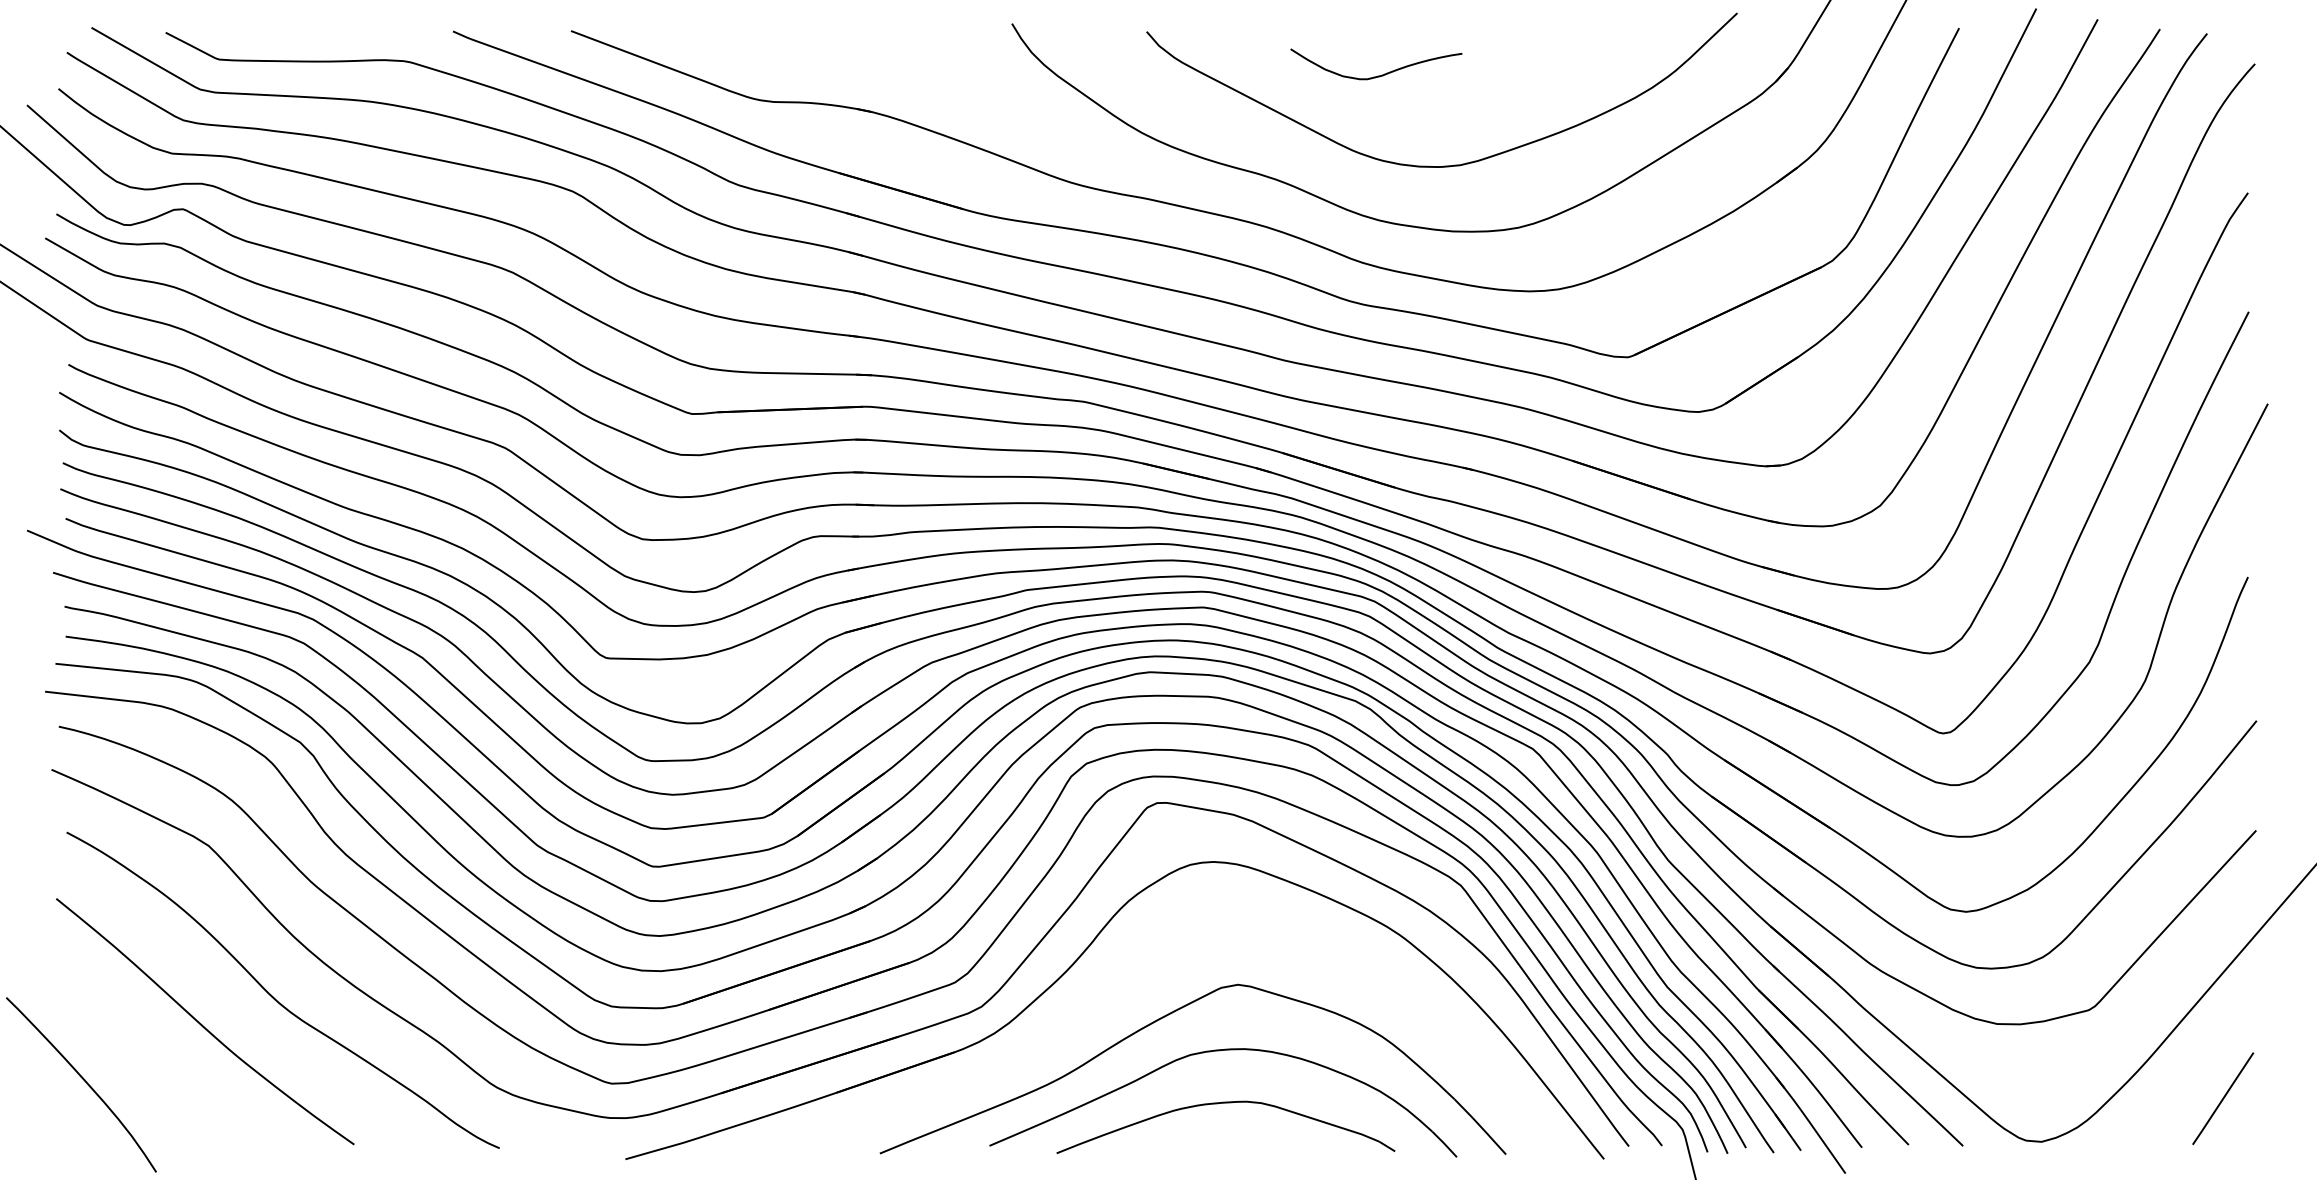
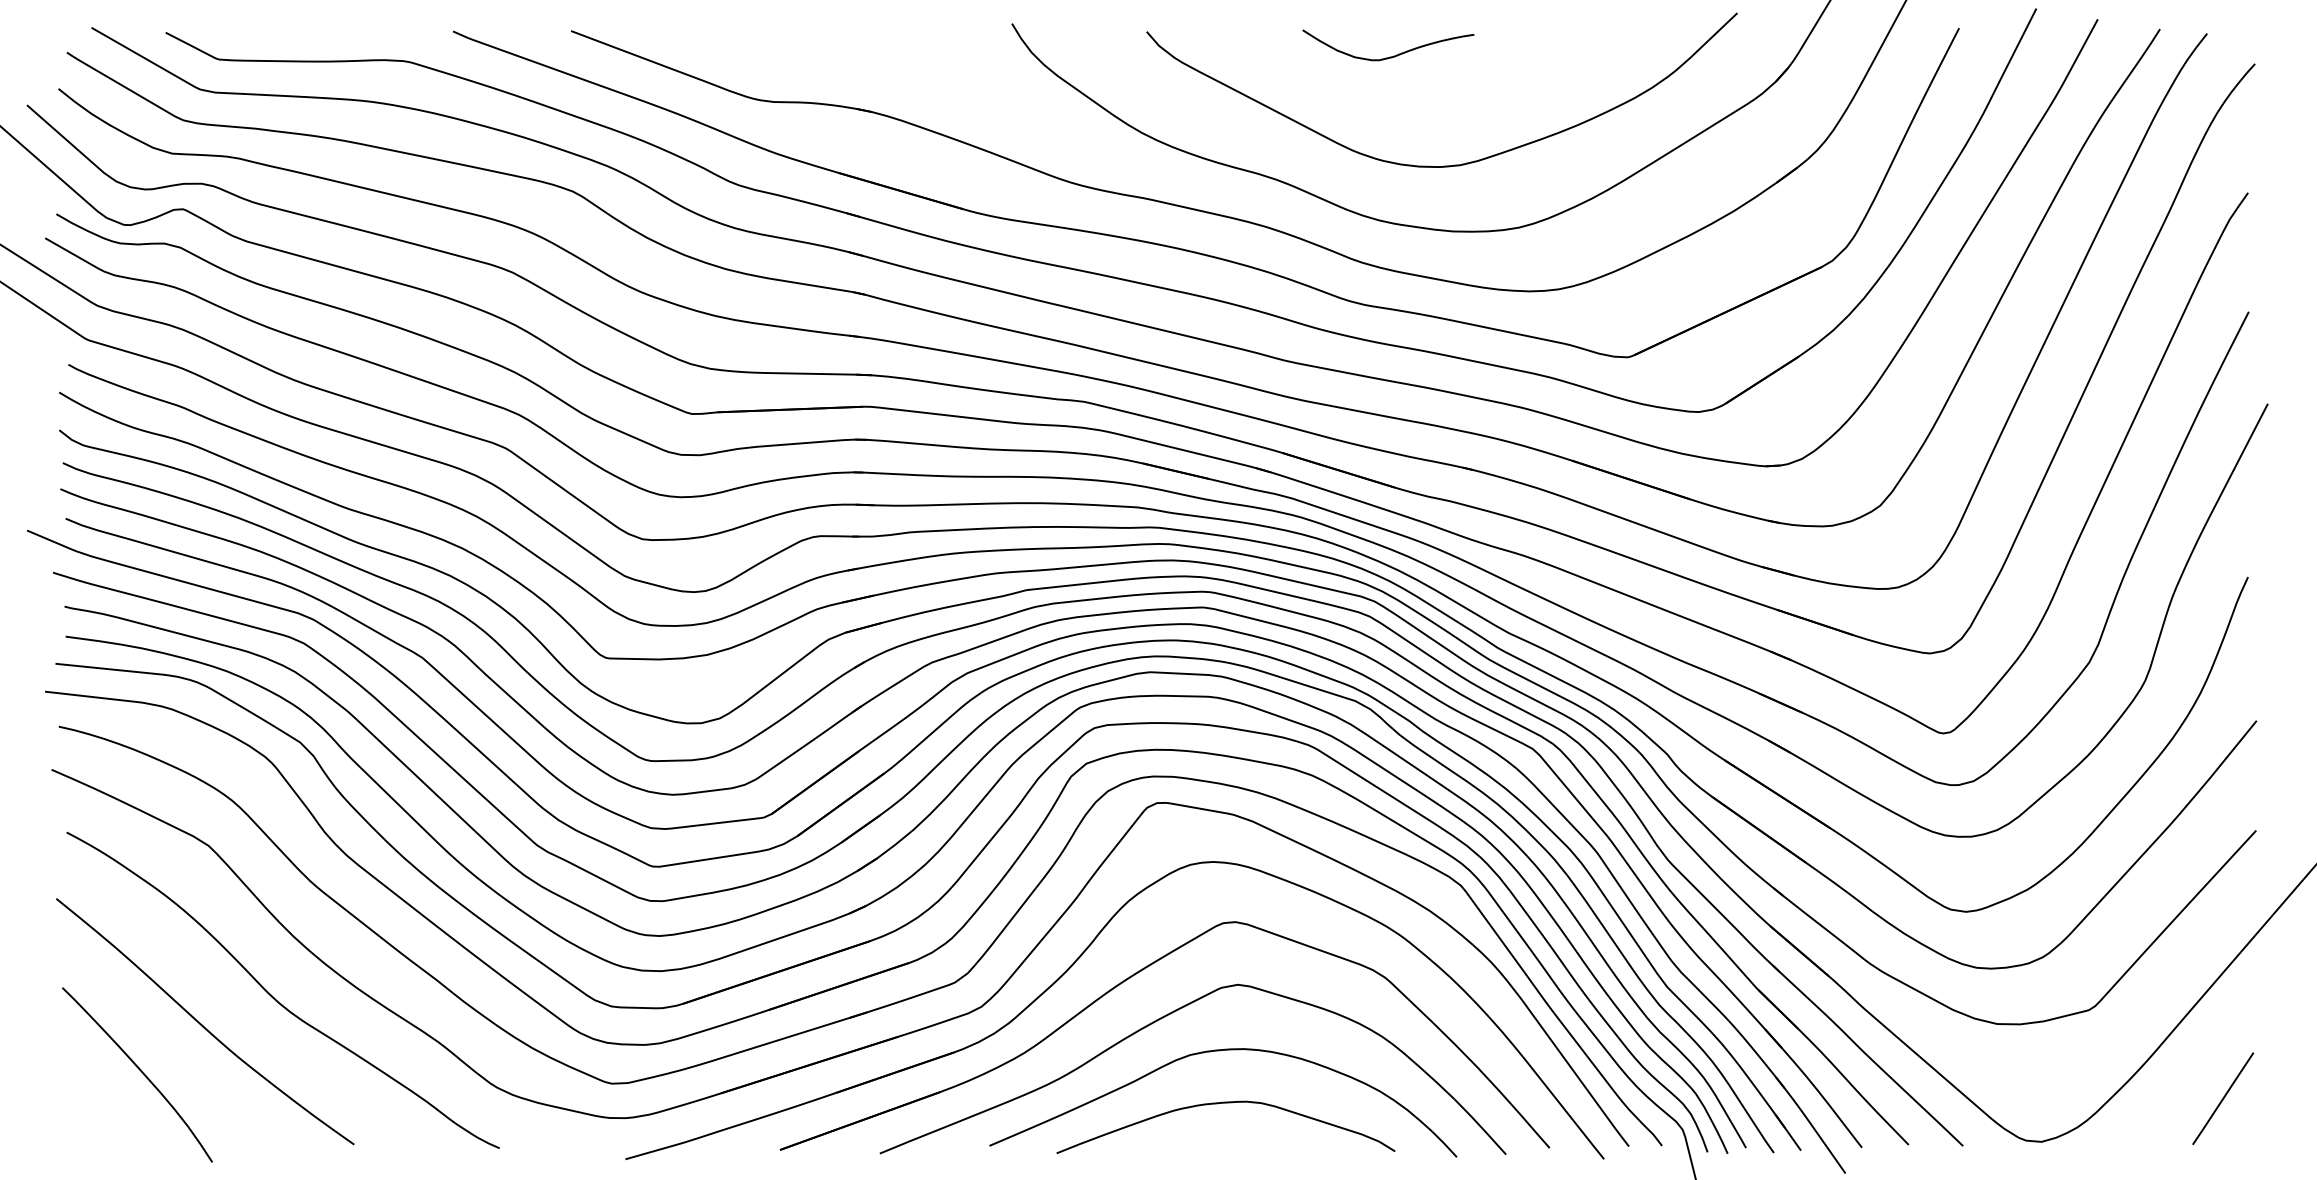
curve at (1377, 75) position: (1377, 75) -> (1389, 56)
part at (1127, 980): none -> present
curve at (84, 1081) position: (84, 1081) -> (140, 1071)
